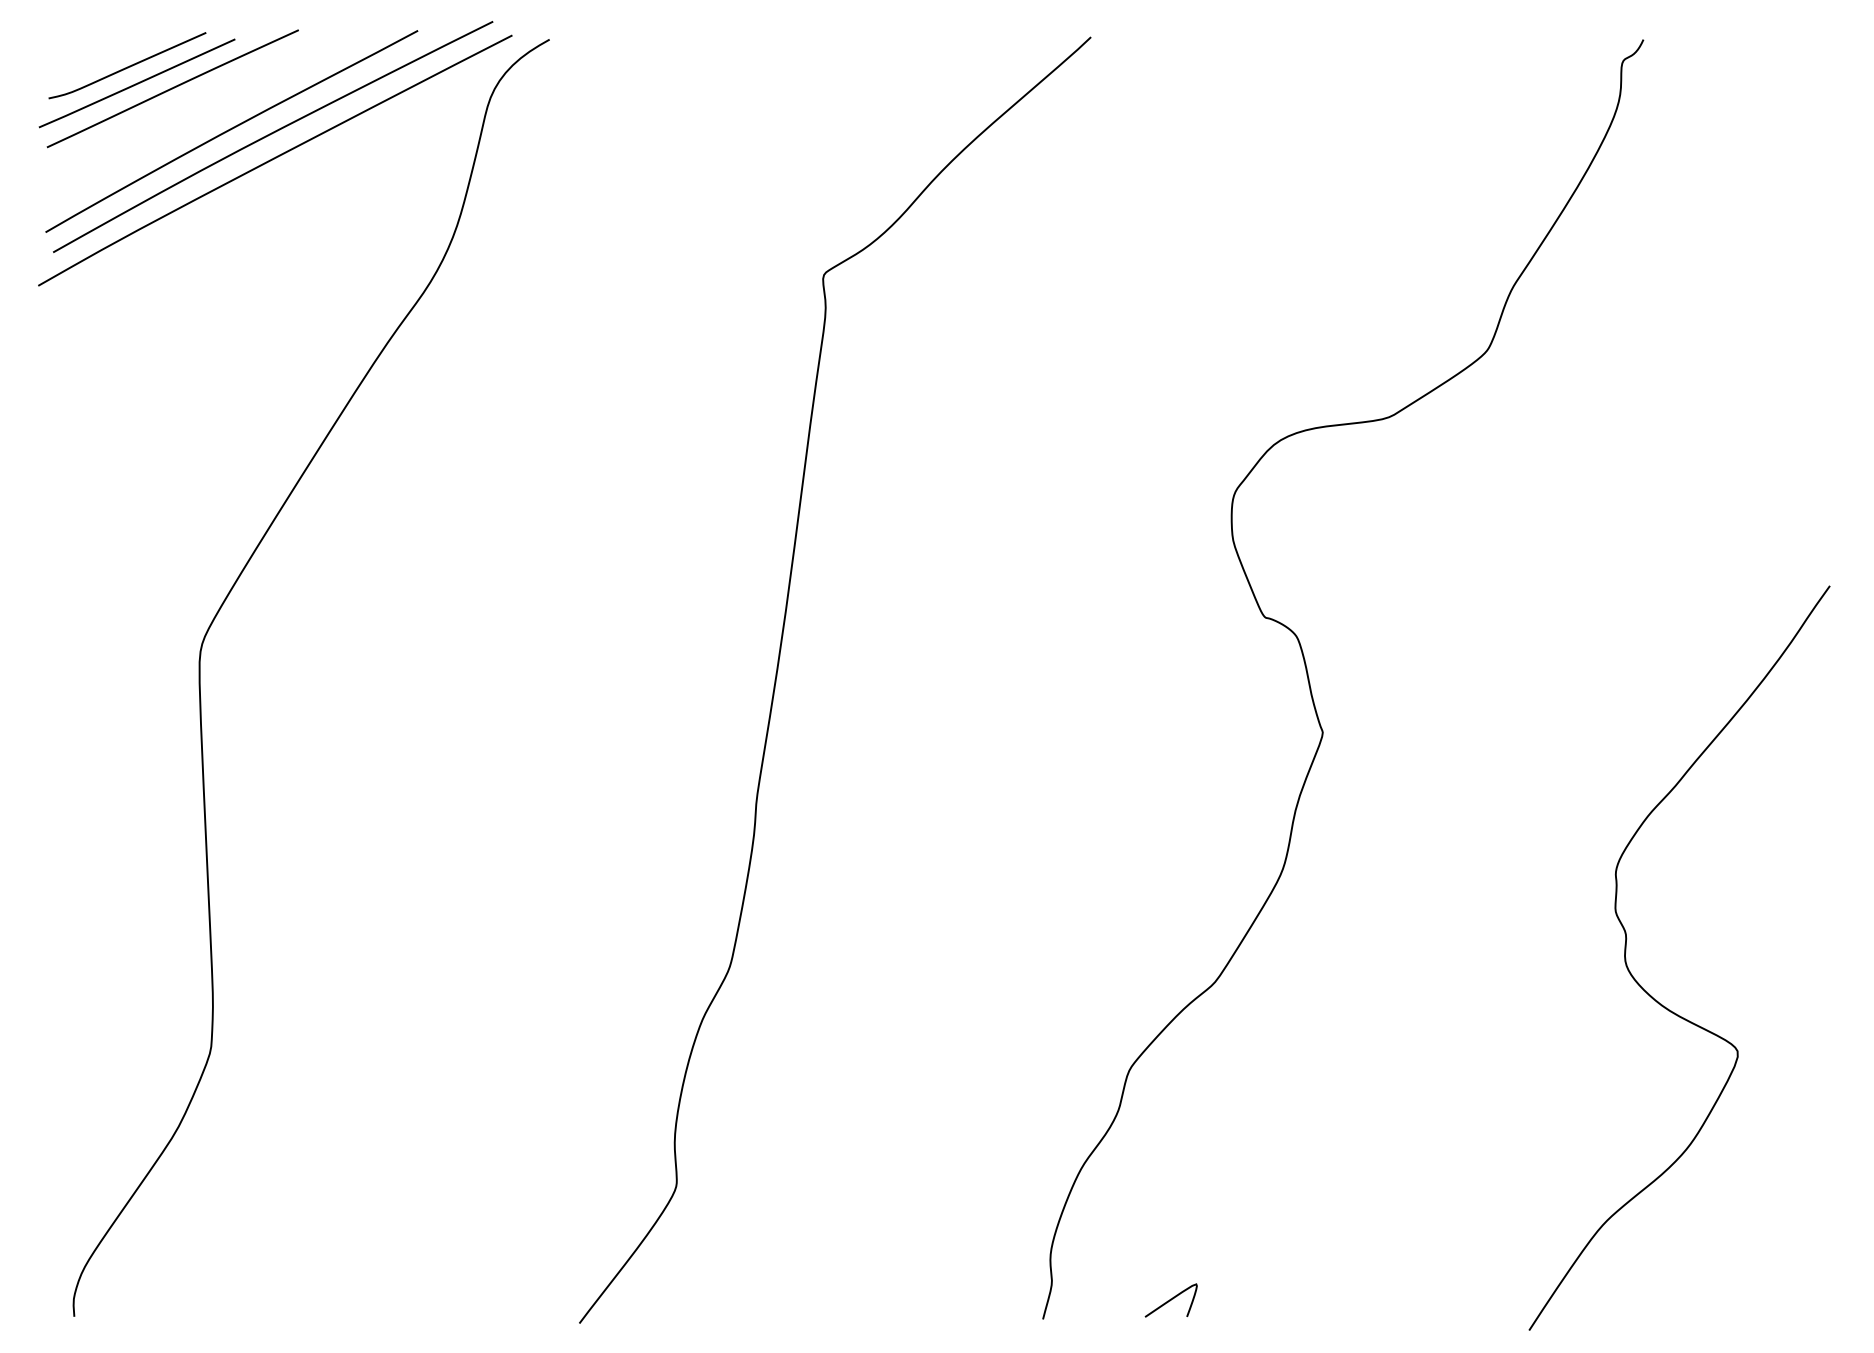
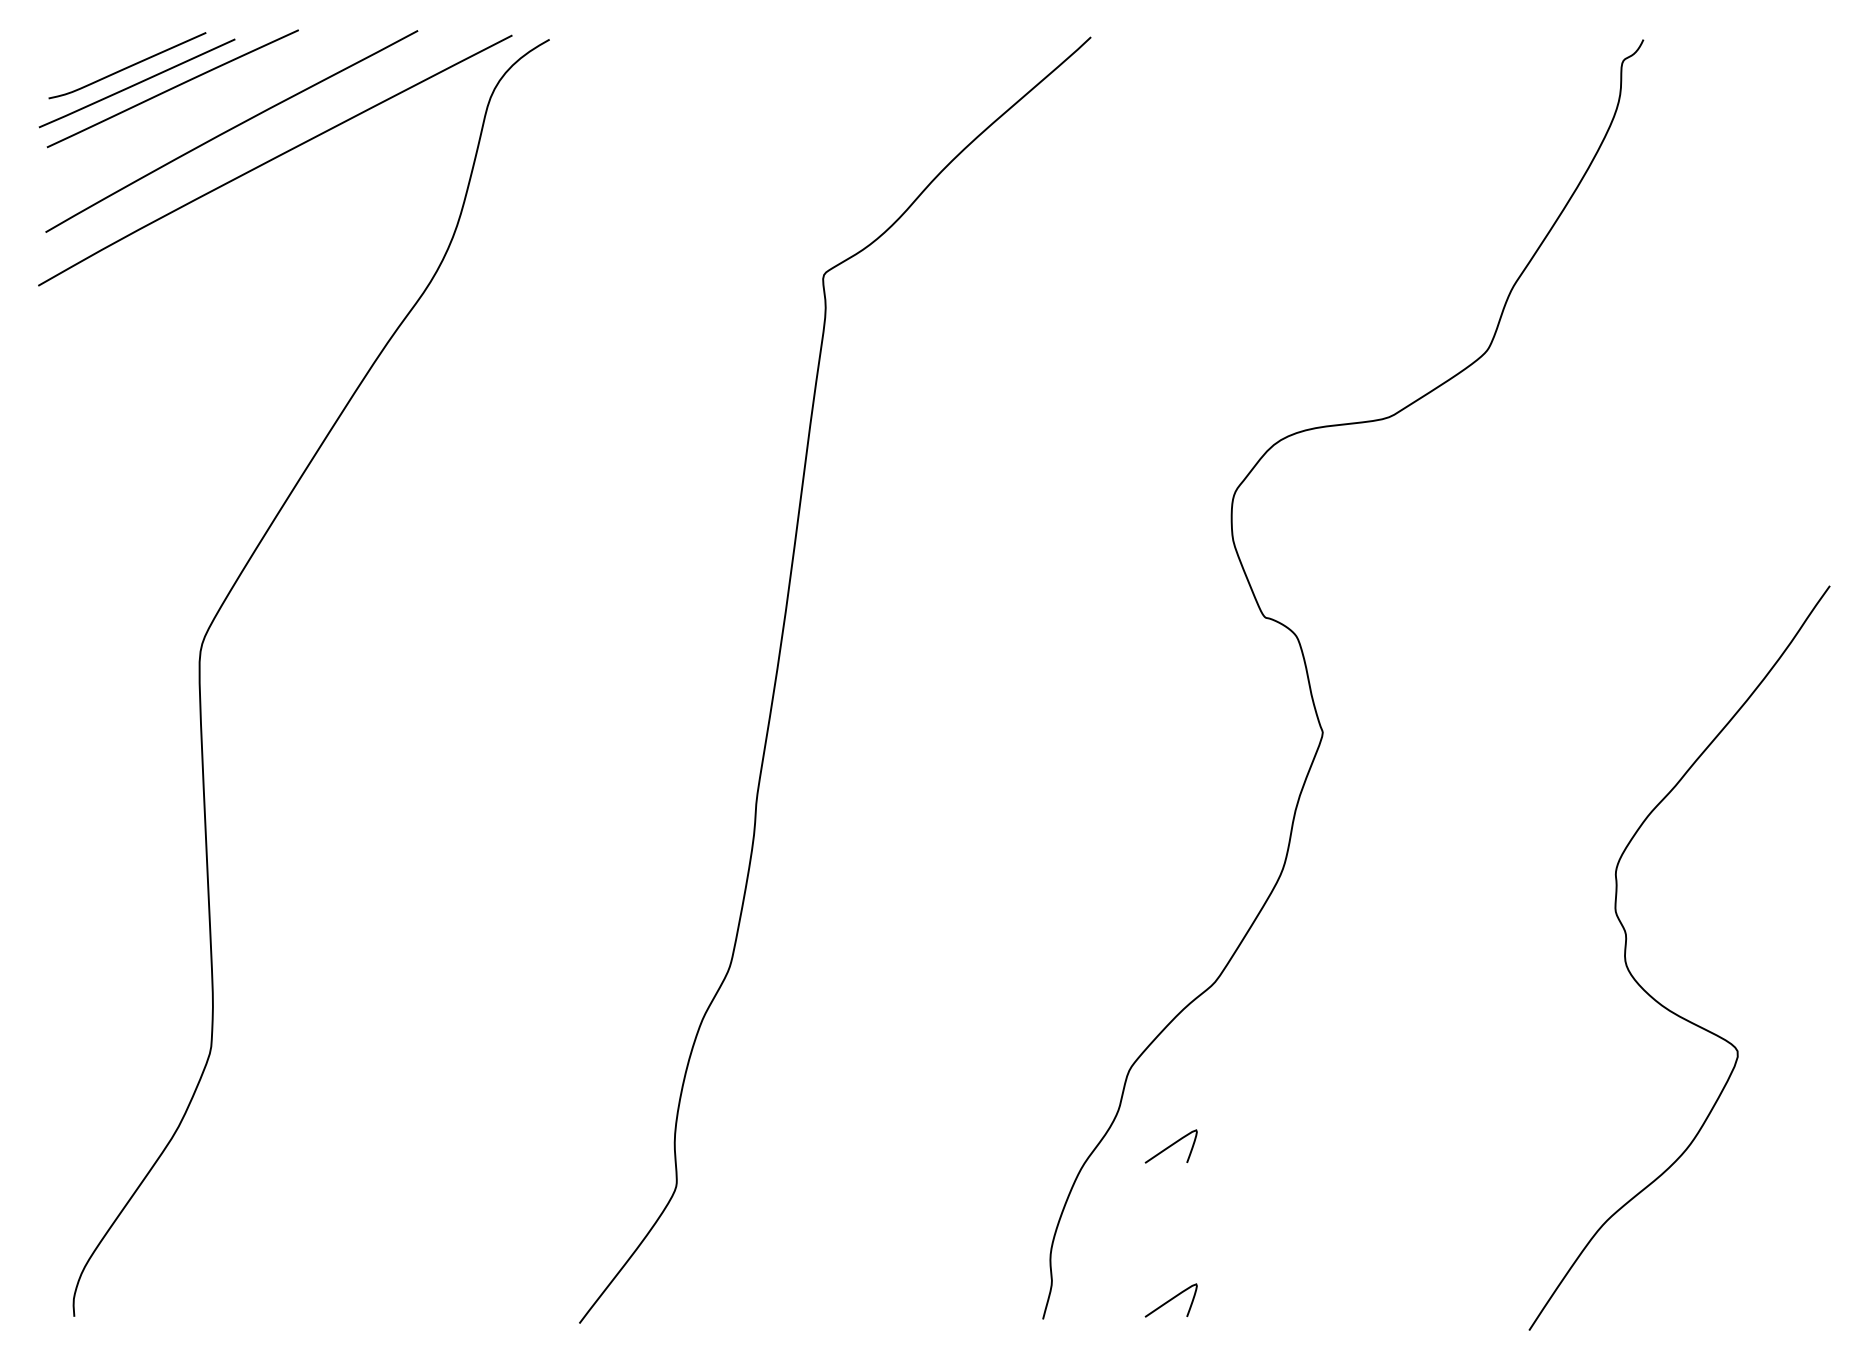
curve at (272, 134): present -> none
curve at (1170, 1146): none -> present
